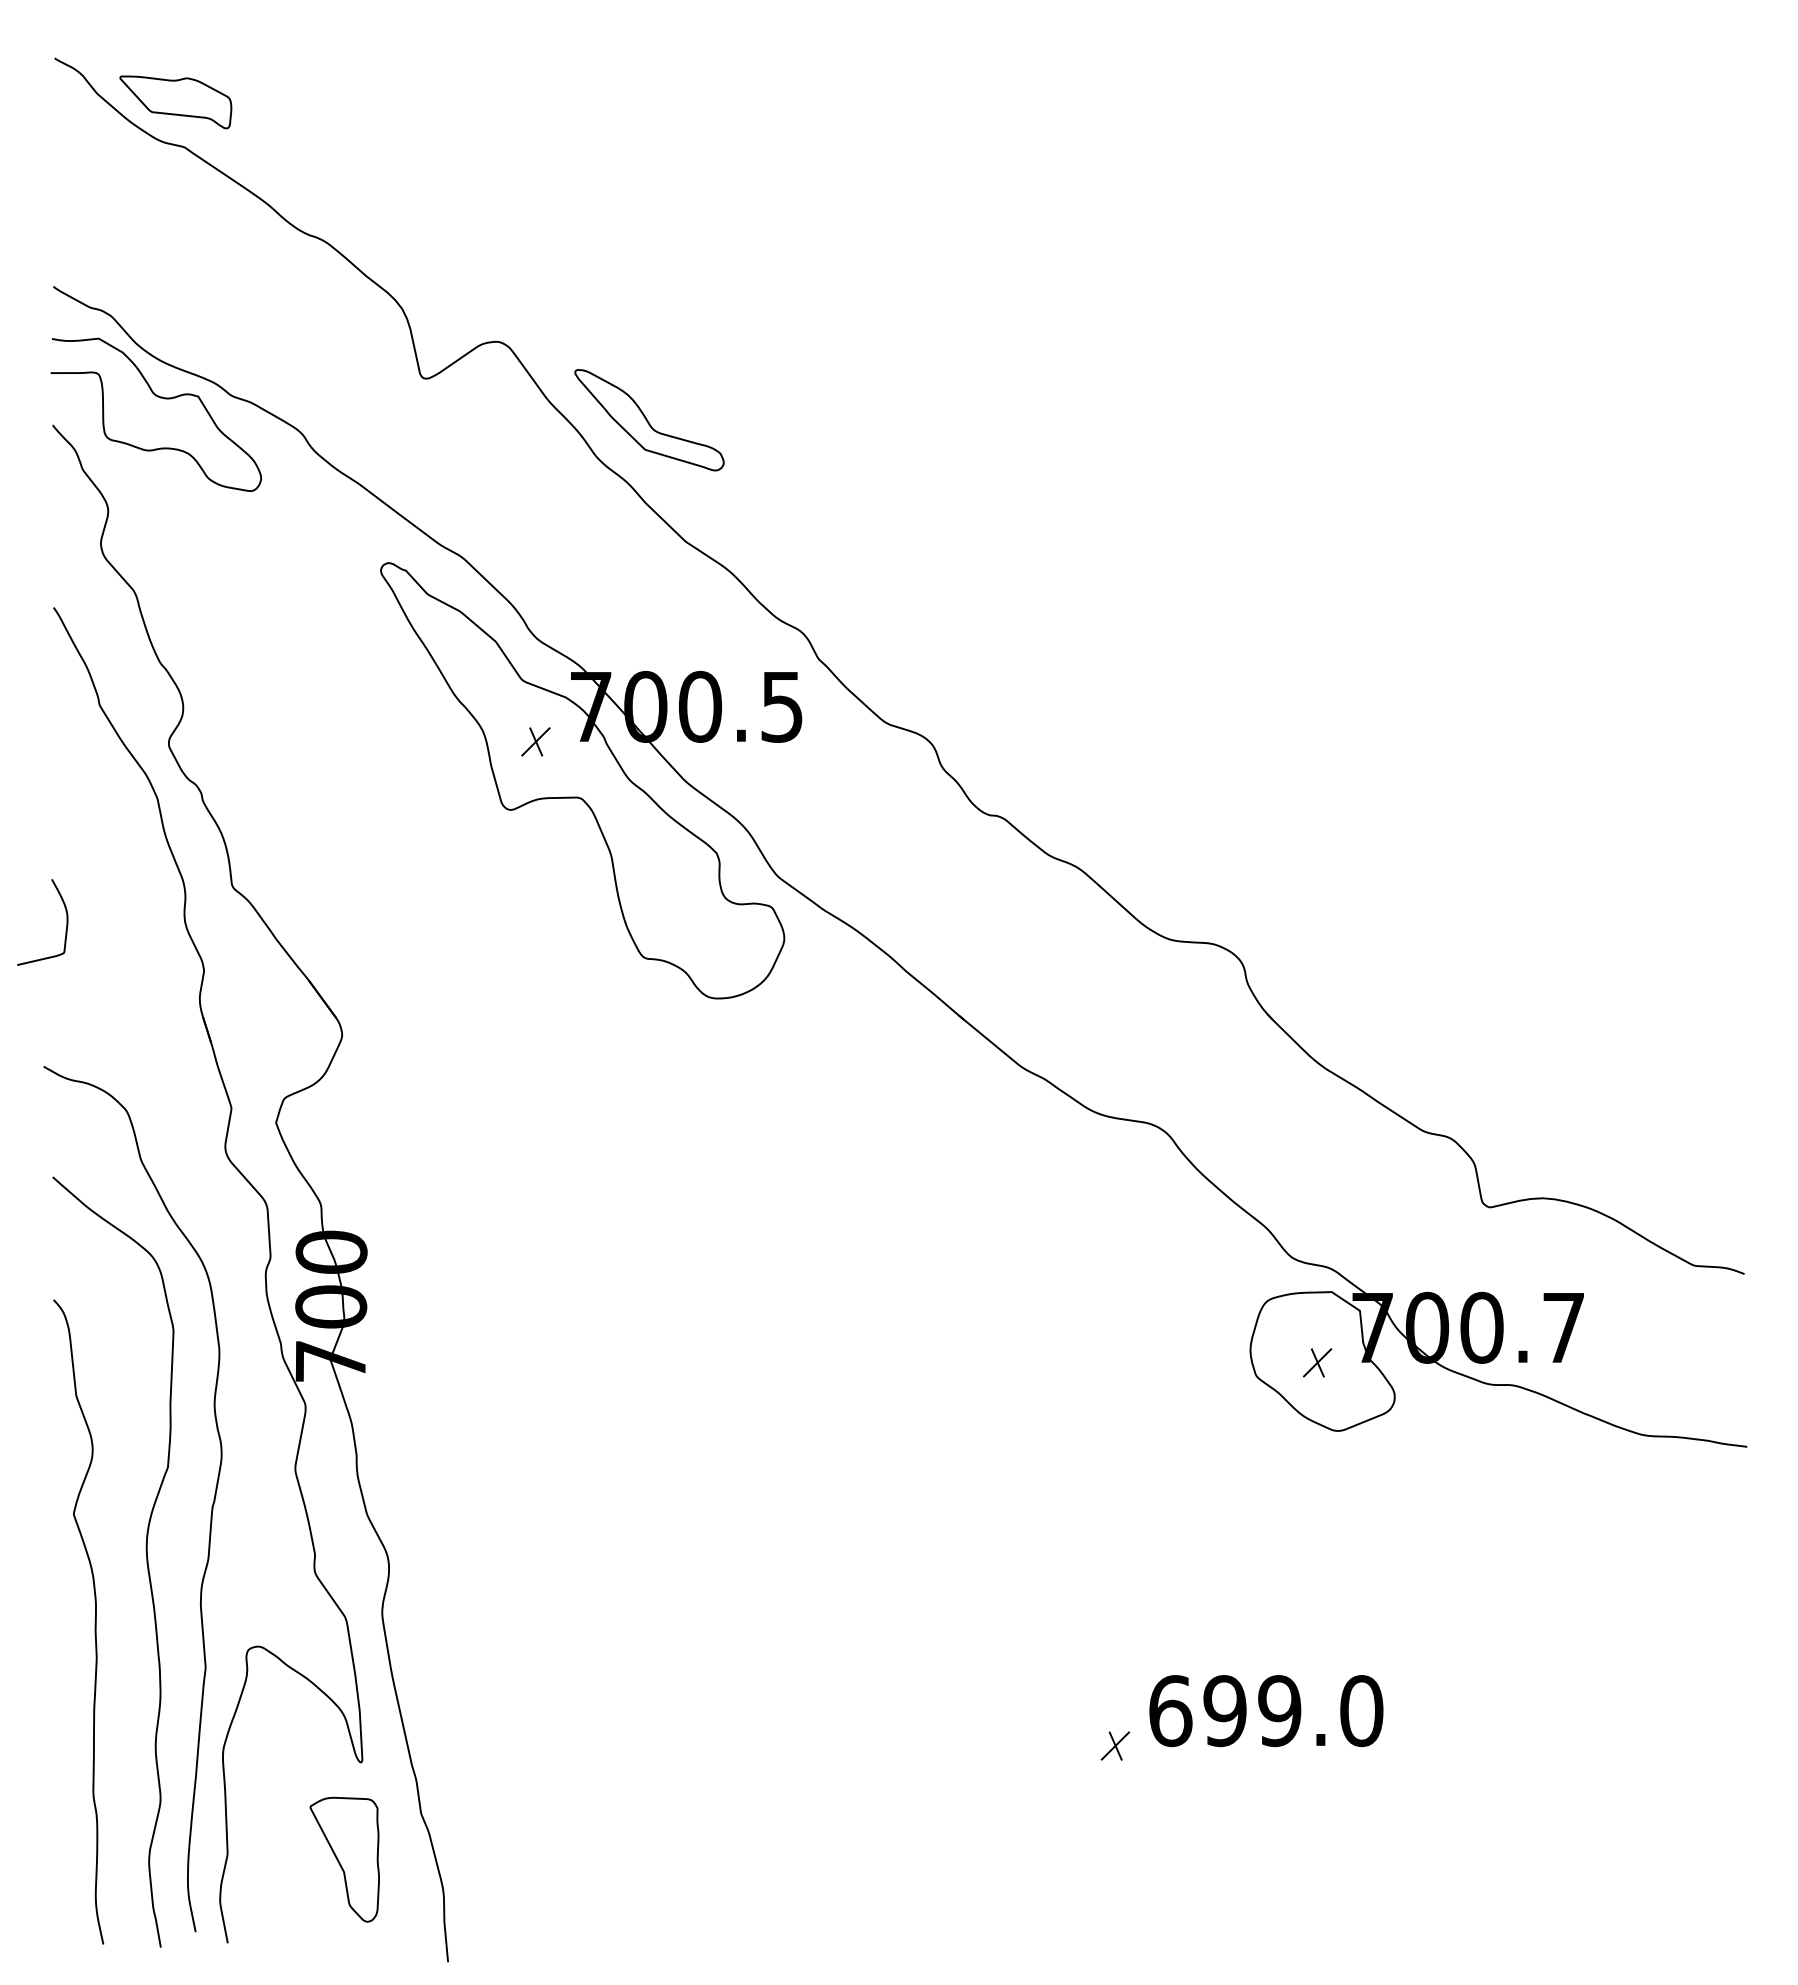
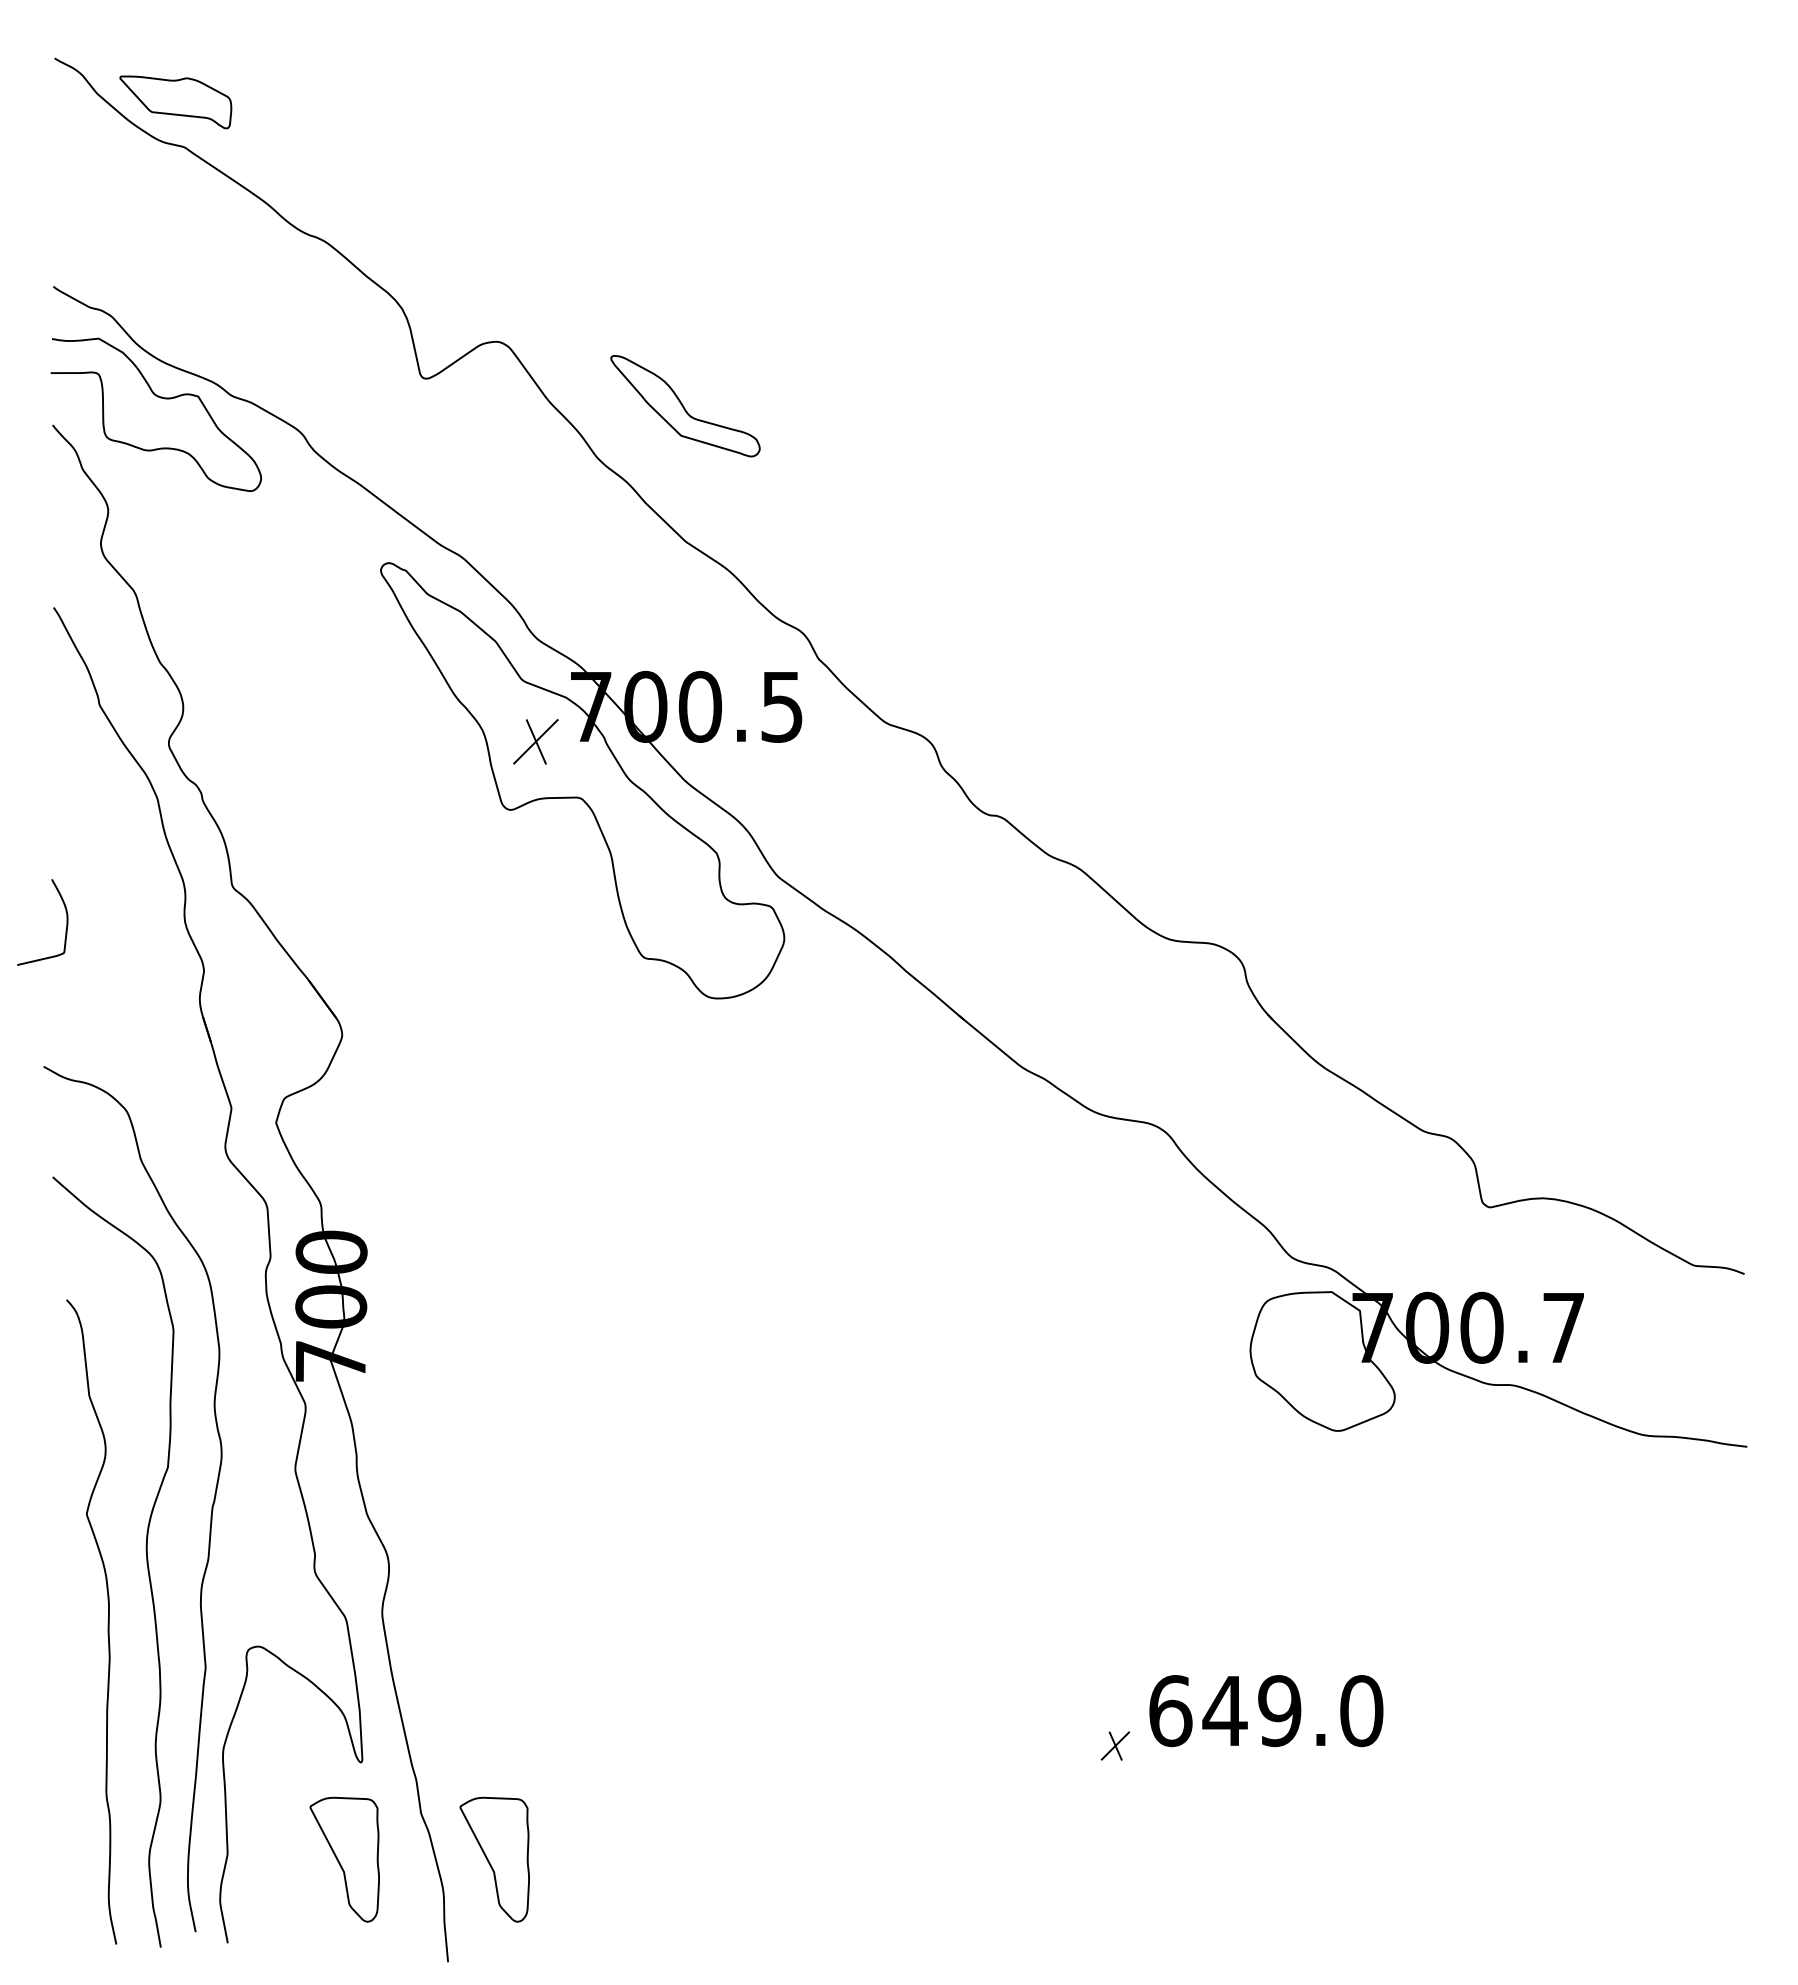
part at (649, 420) position: (649, 420) -> (685, 406)
part at (535, 741) size: 30x30 px -> 46x46 px
part at (1317, 1362): present -> none
curve at (94, 1621) position: (94, 1621) -> (107, 1621)
text at (1224, 1711): 699.0 -> 649.0
part at (494, 1859): none -> present
